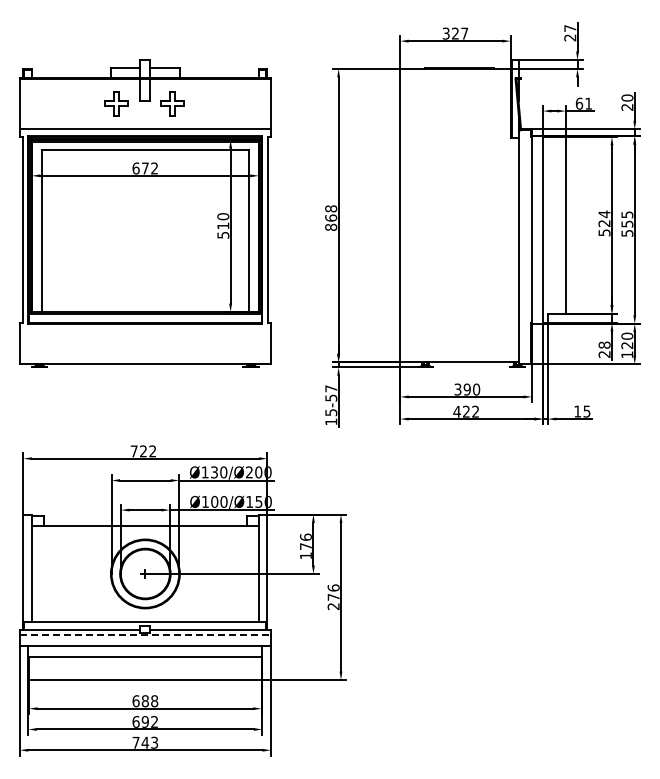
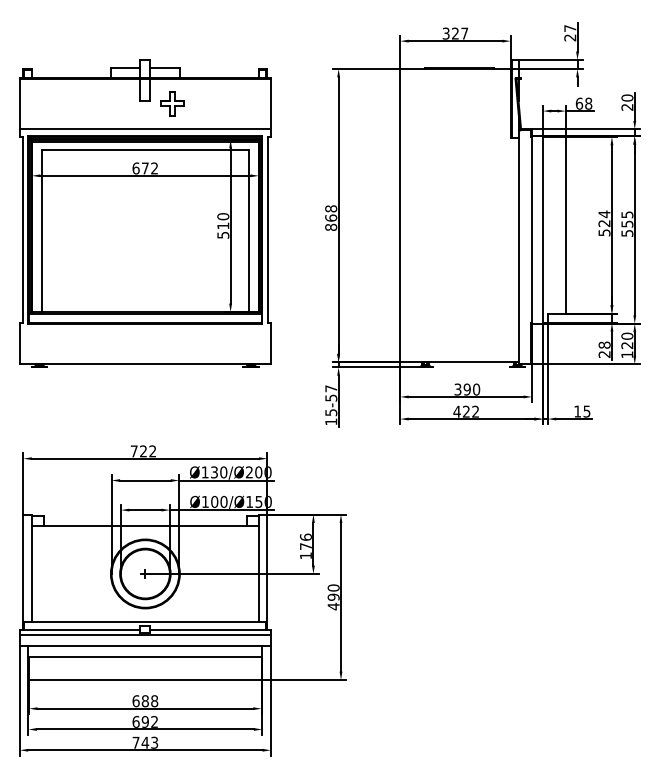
part at (116, 103): present -> none
text at (588, 103): 61 -> 68
text at (333, 597): 276 -> 490
line at (145, 635): dashed -> solid
